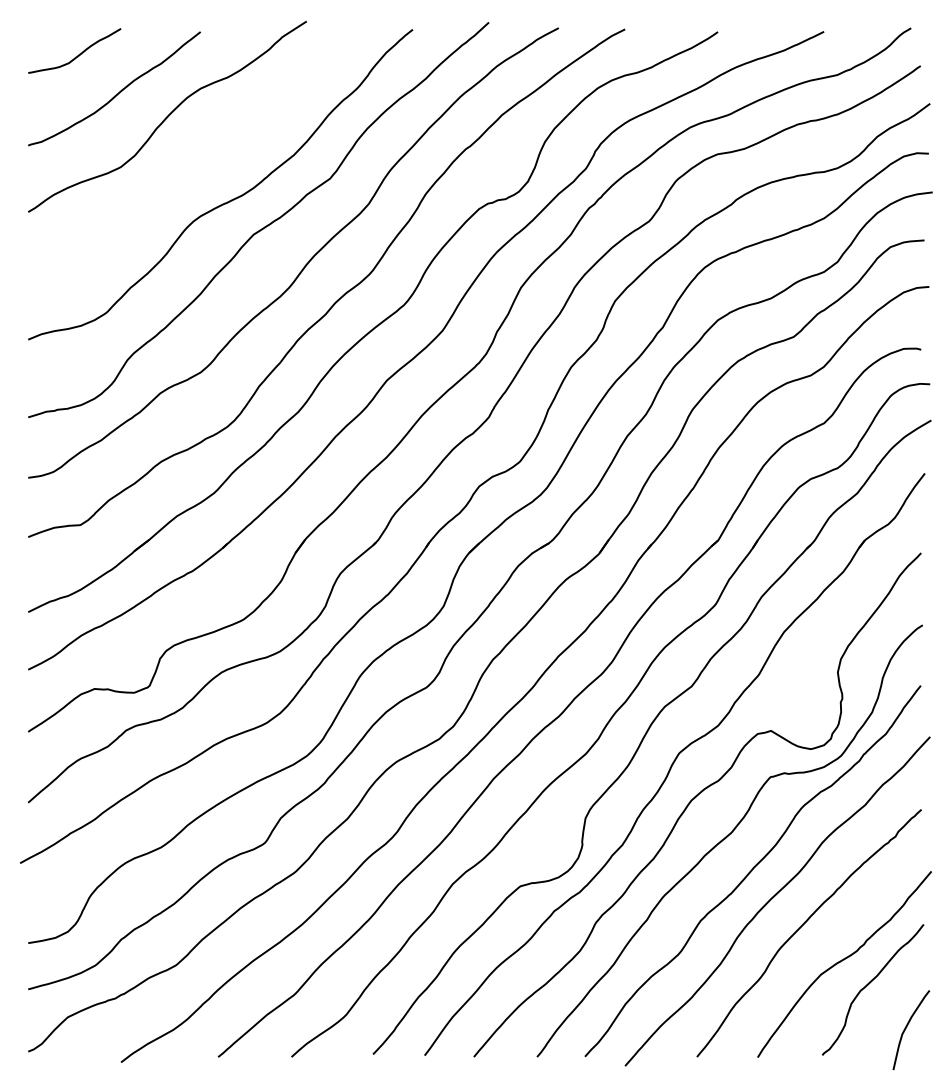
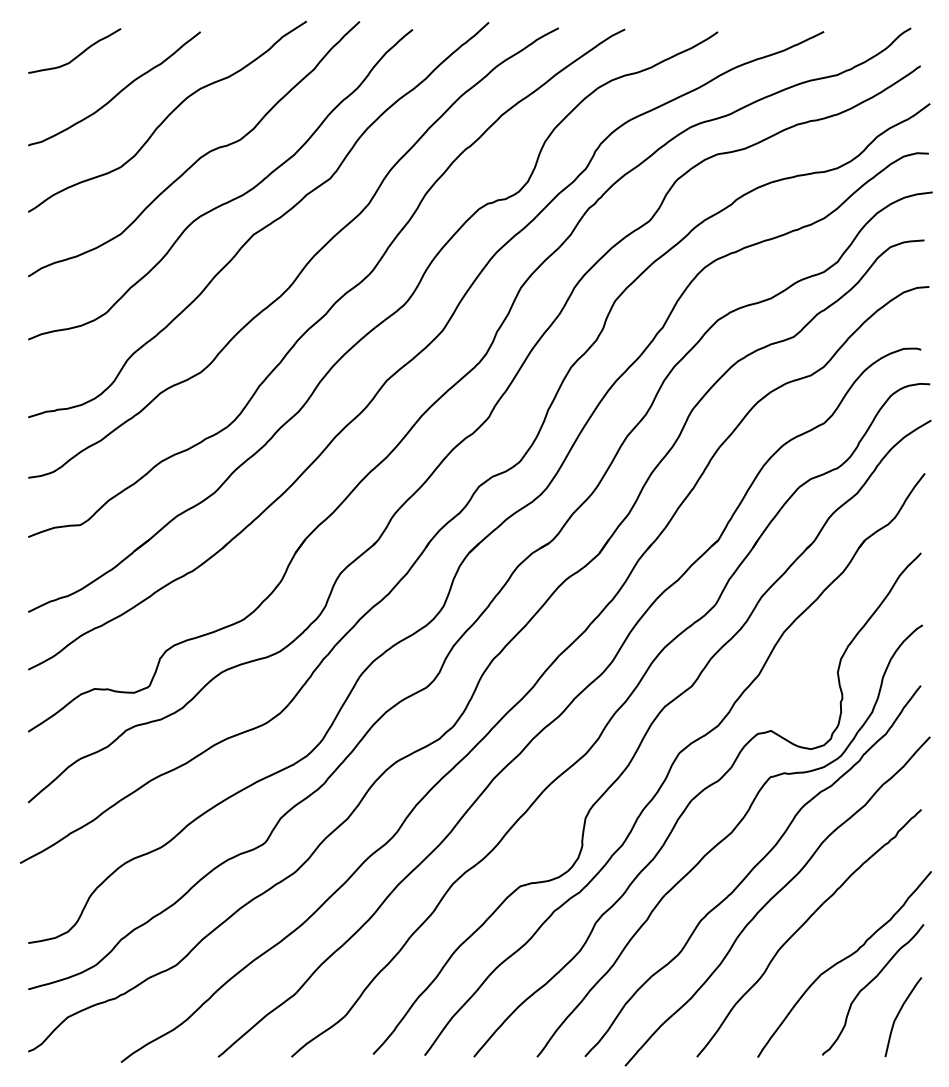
curve at (200, 156): none -> present
curve at (906, 1028) position: (906, 1028) -> (898, 1015)
